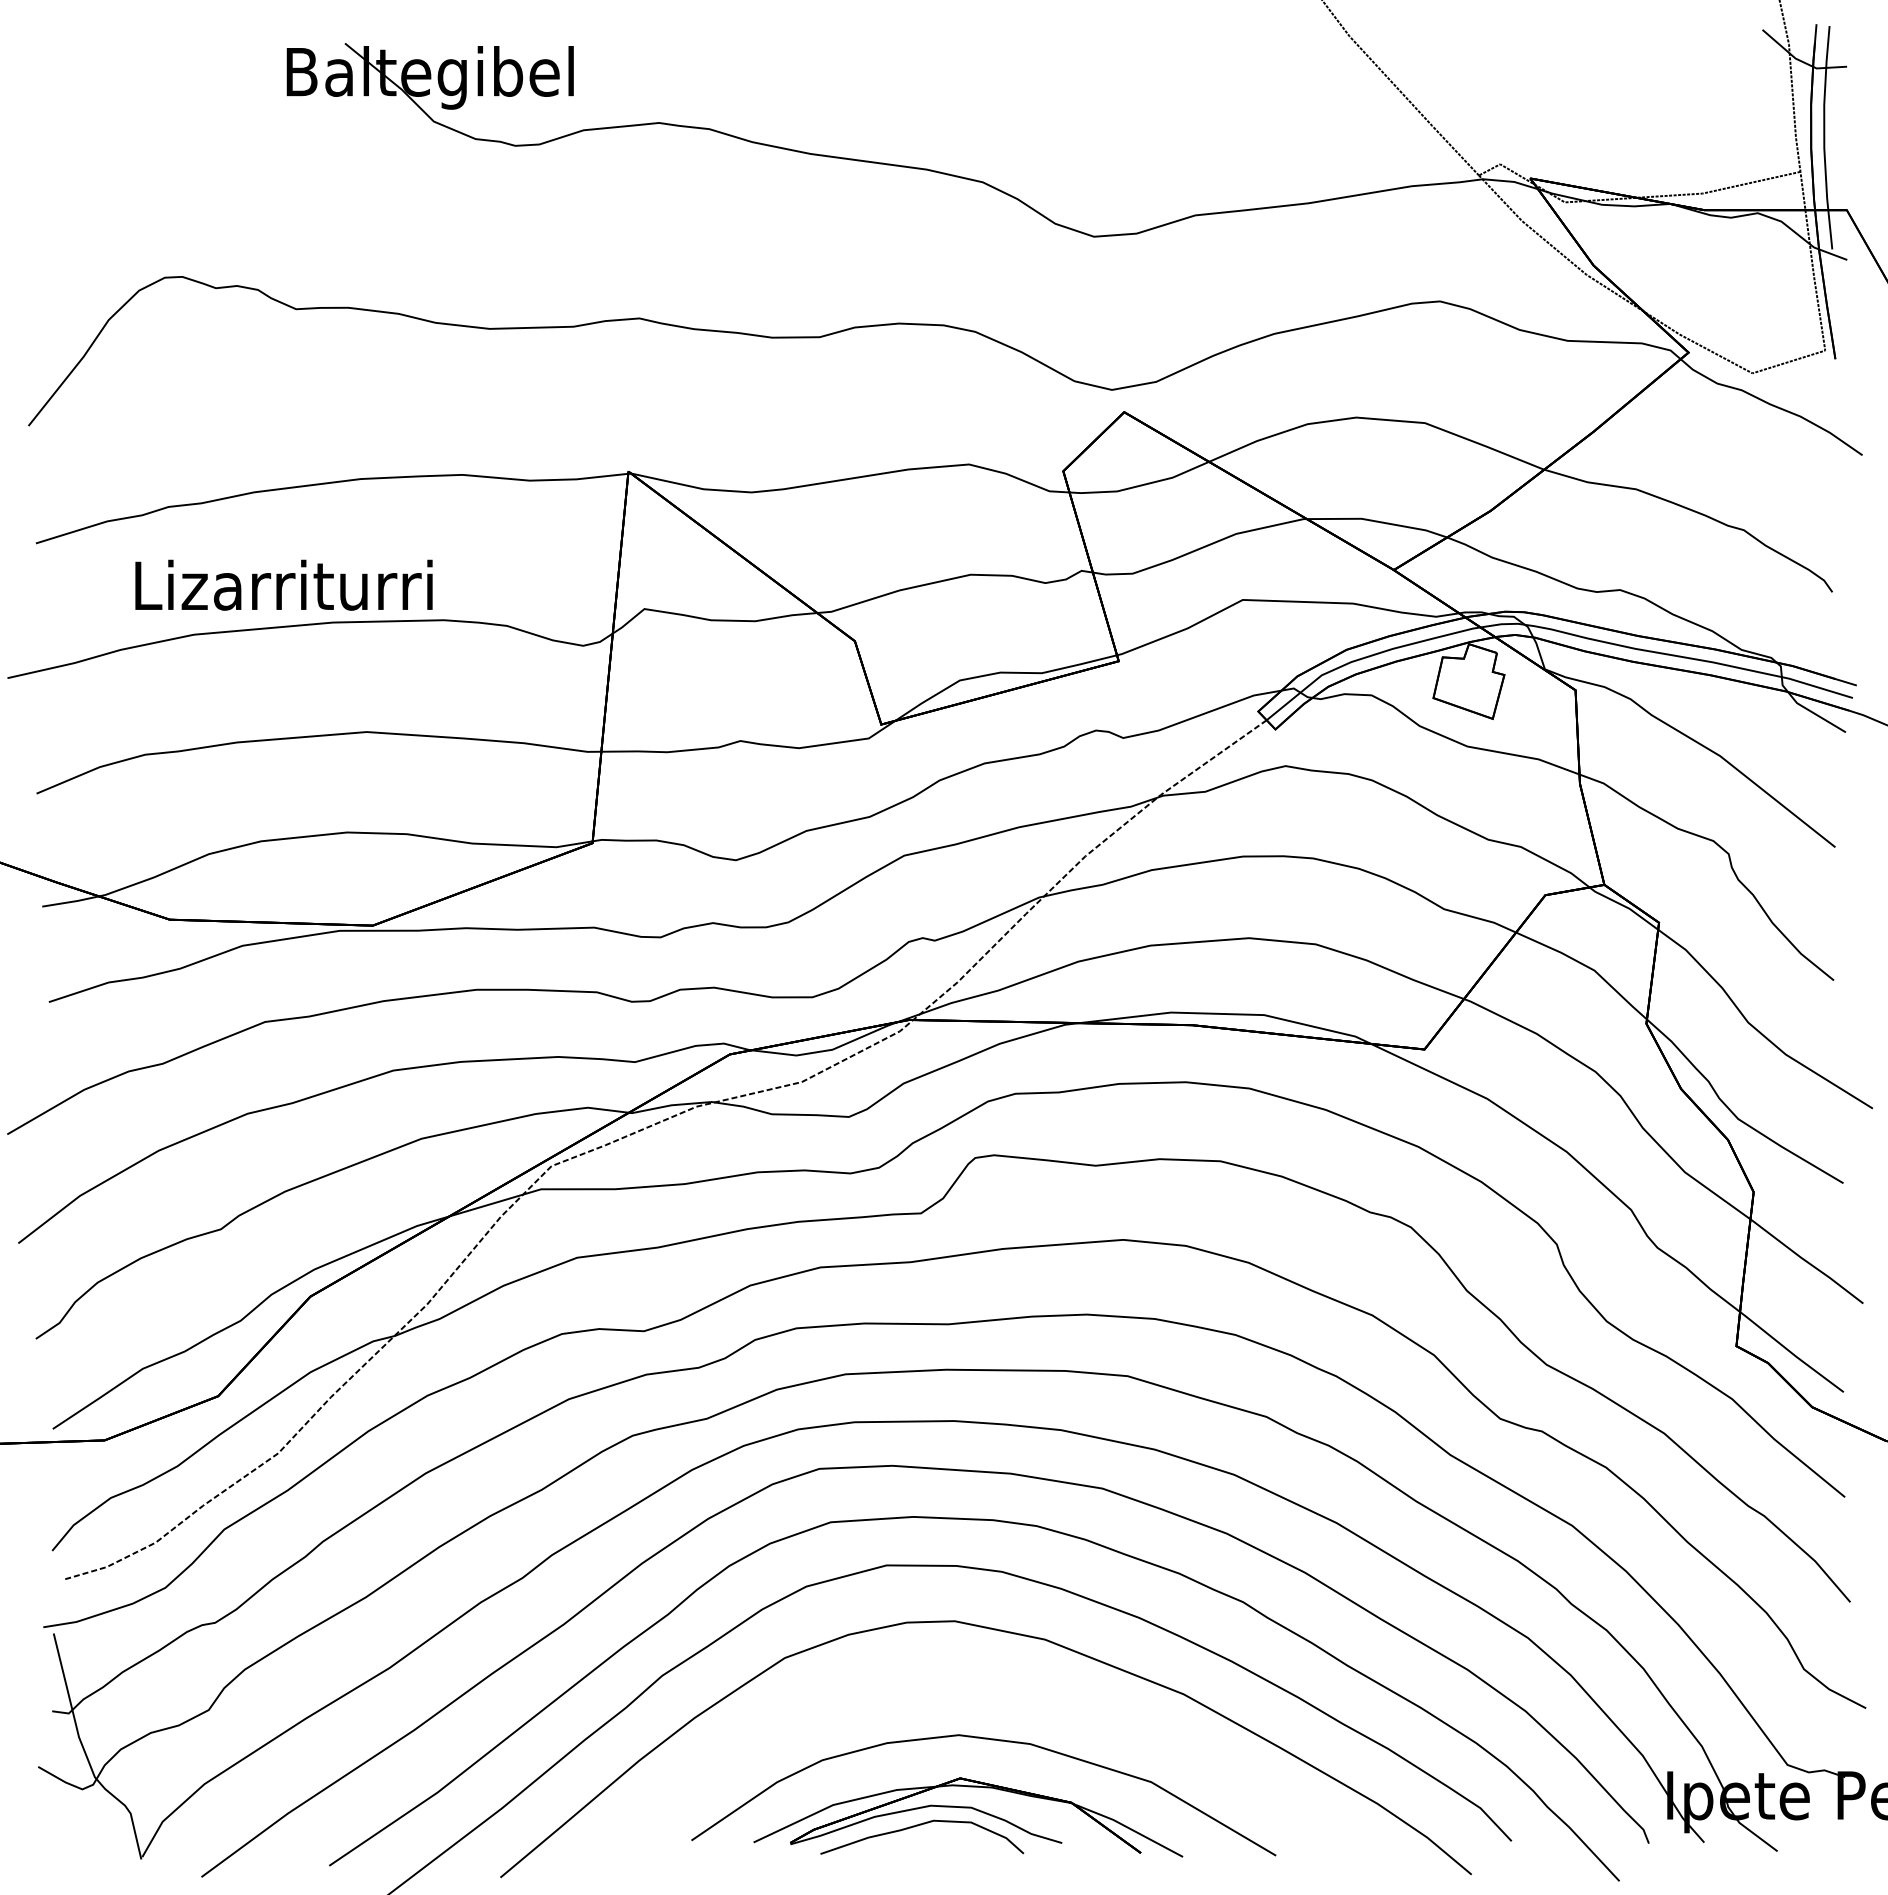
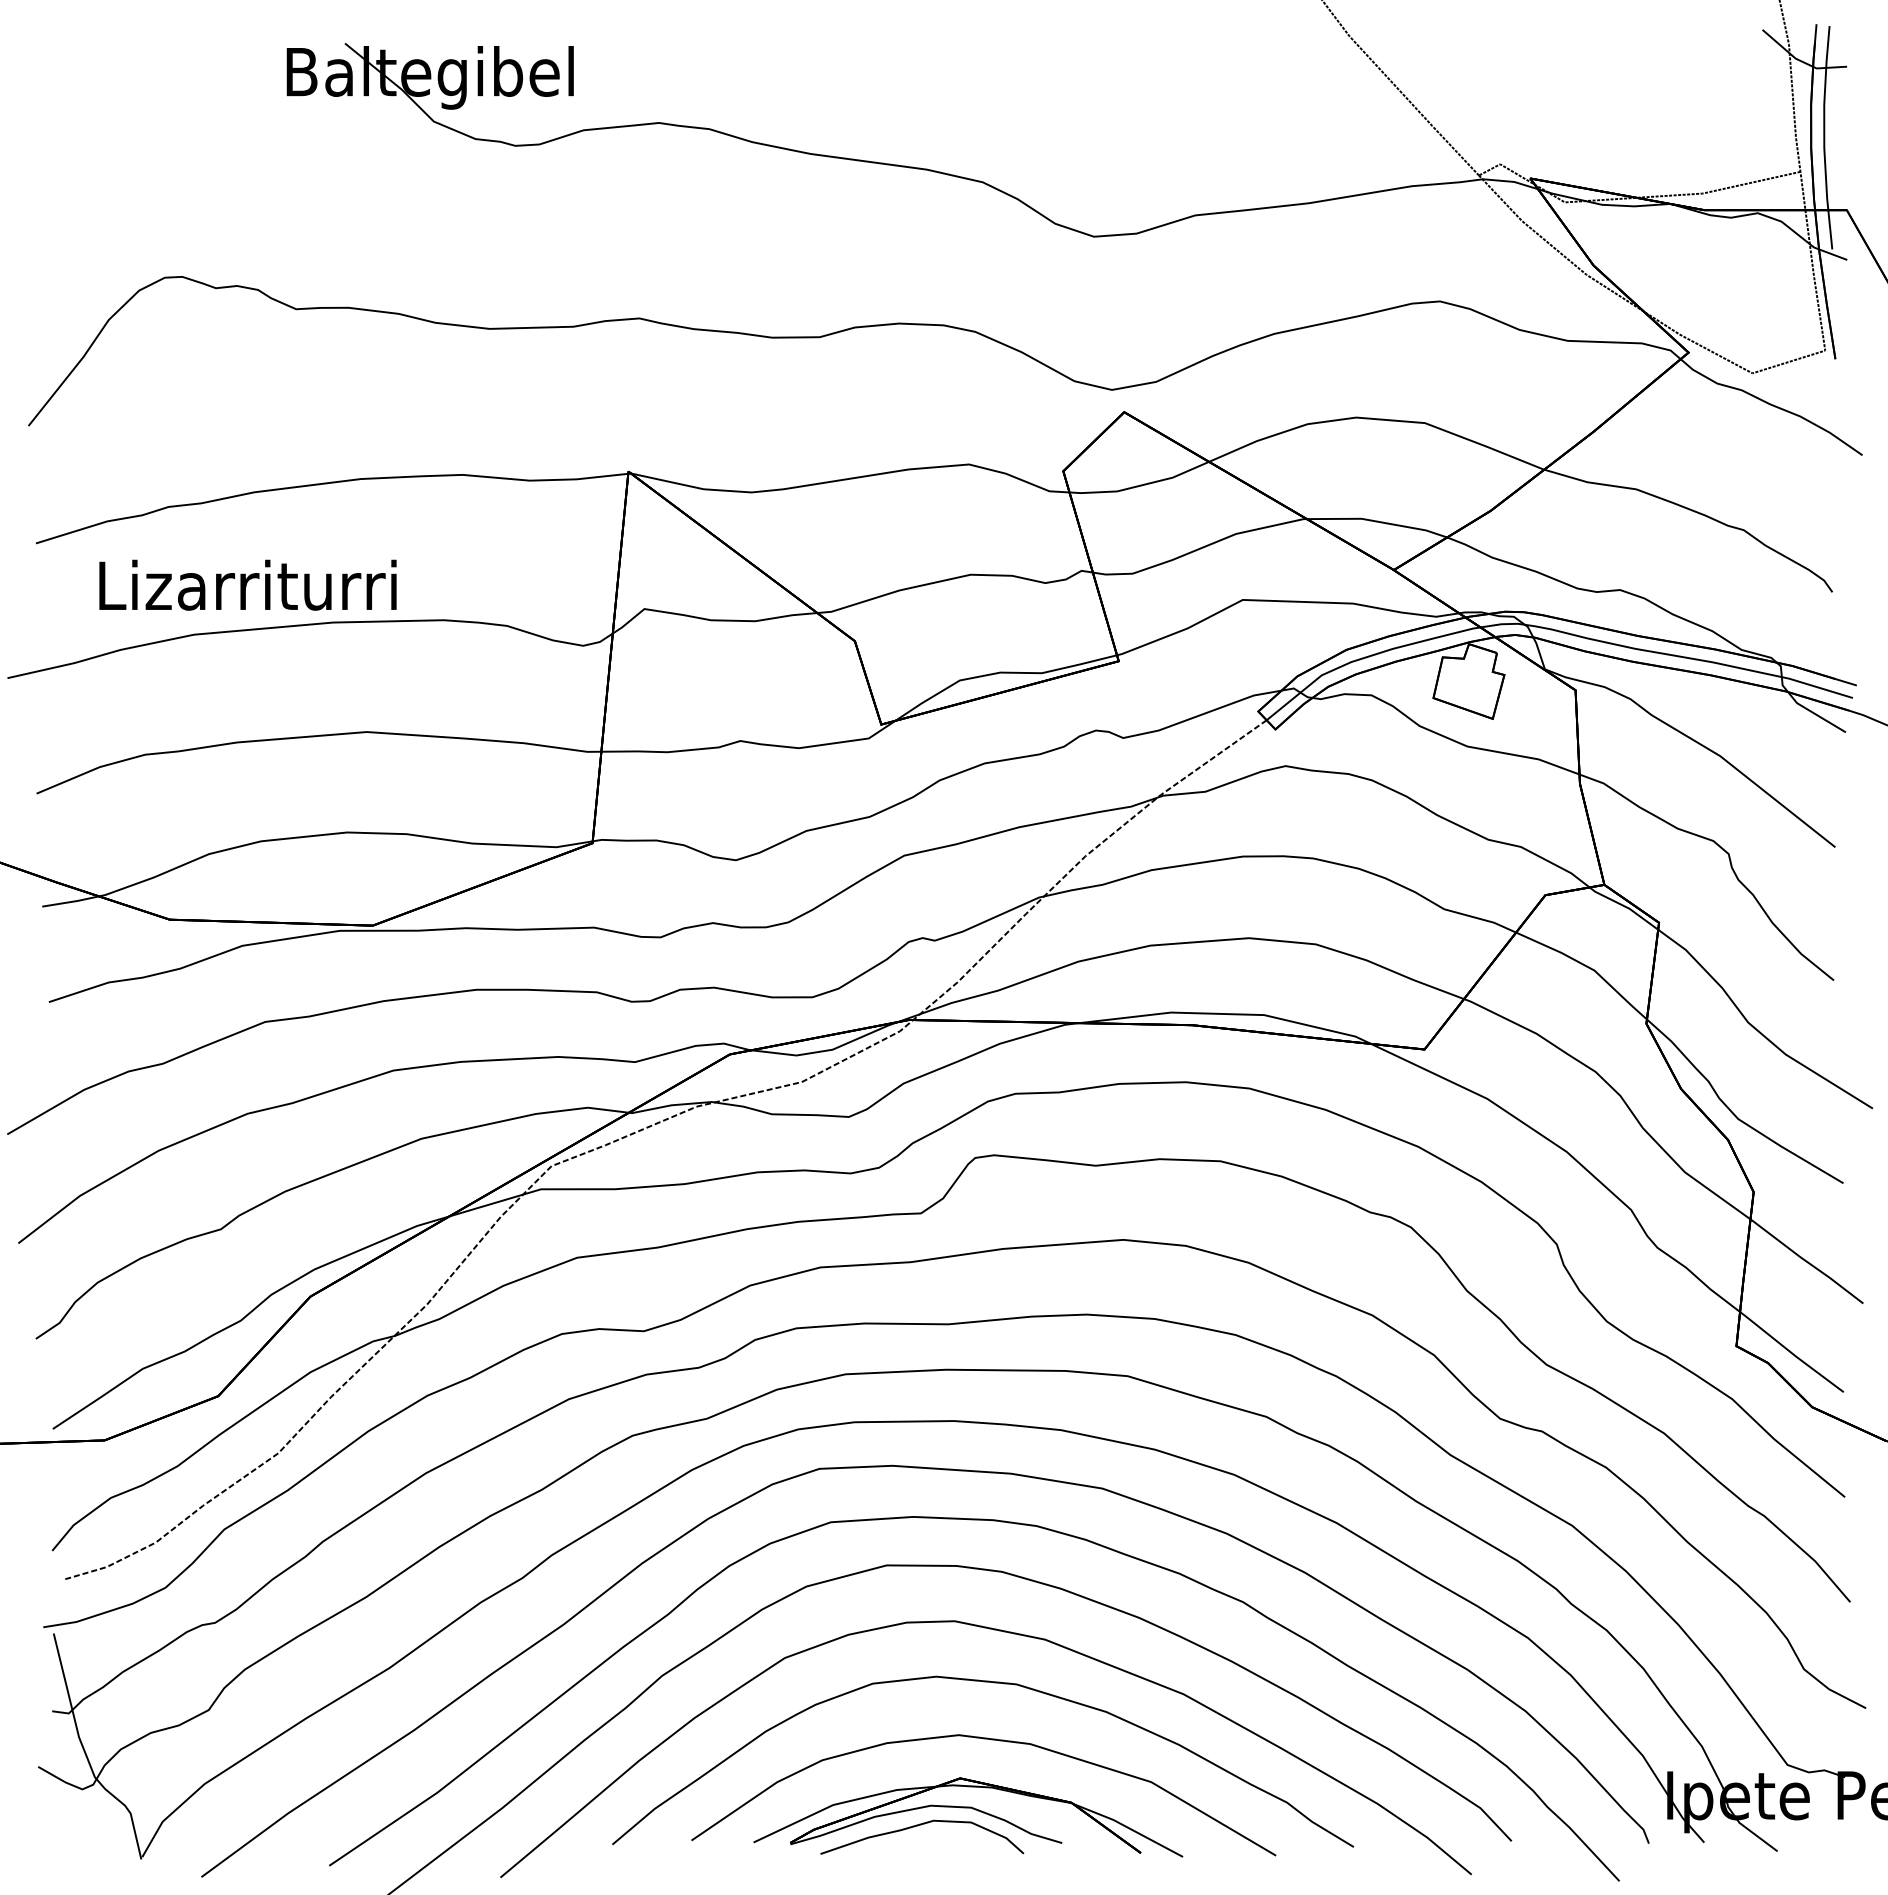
text at (283, 584) position: (283, 584) -> (247, 584)
curve at (993, 1683): none -> present
